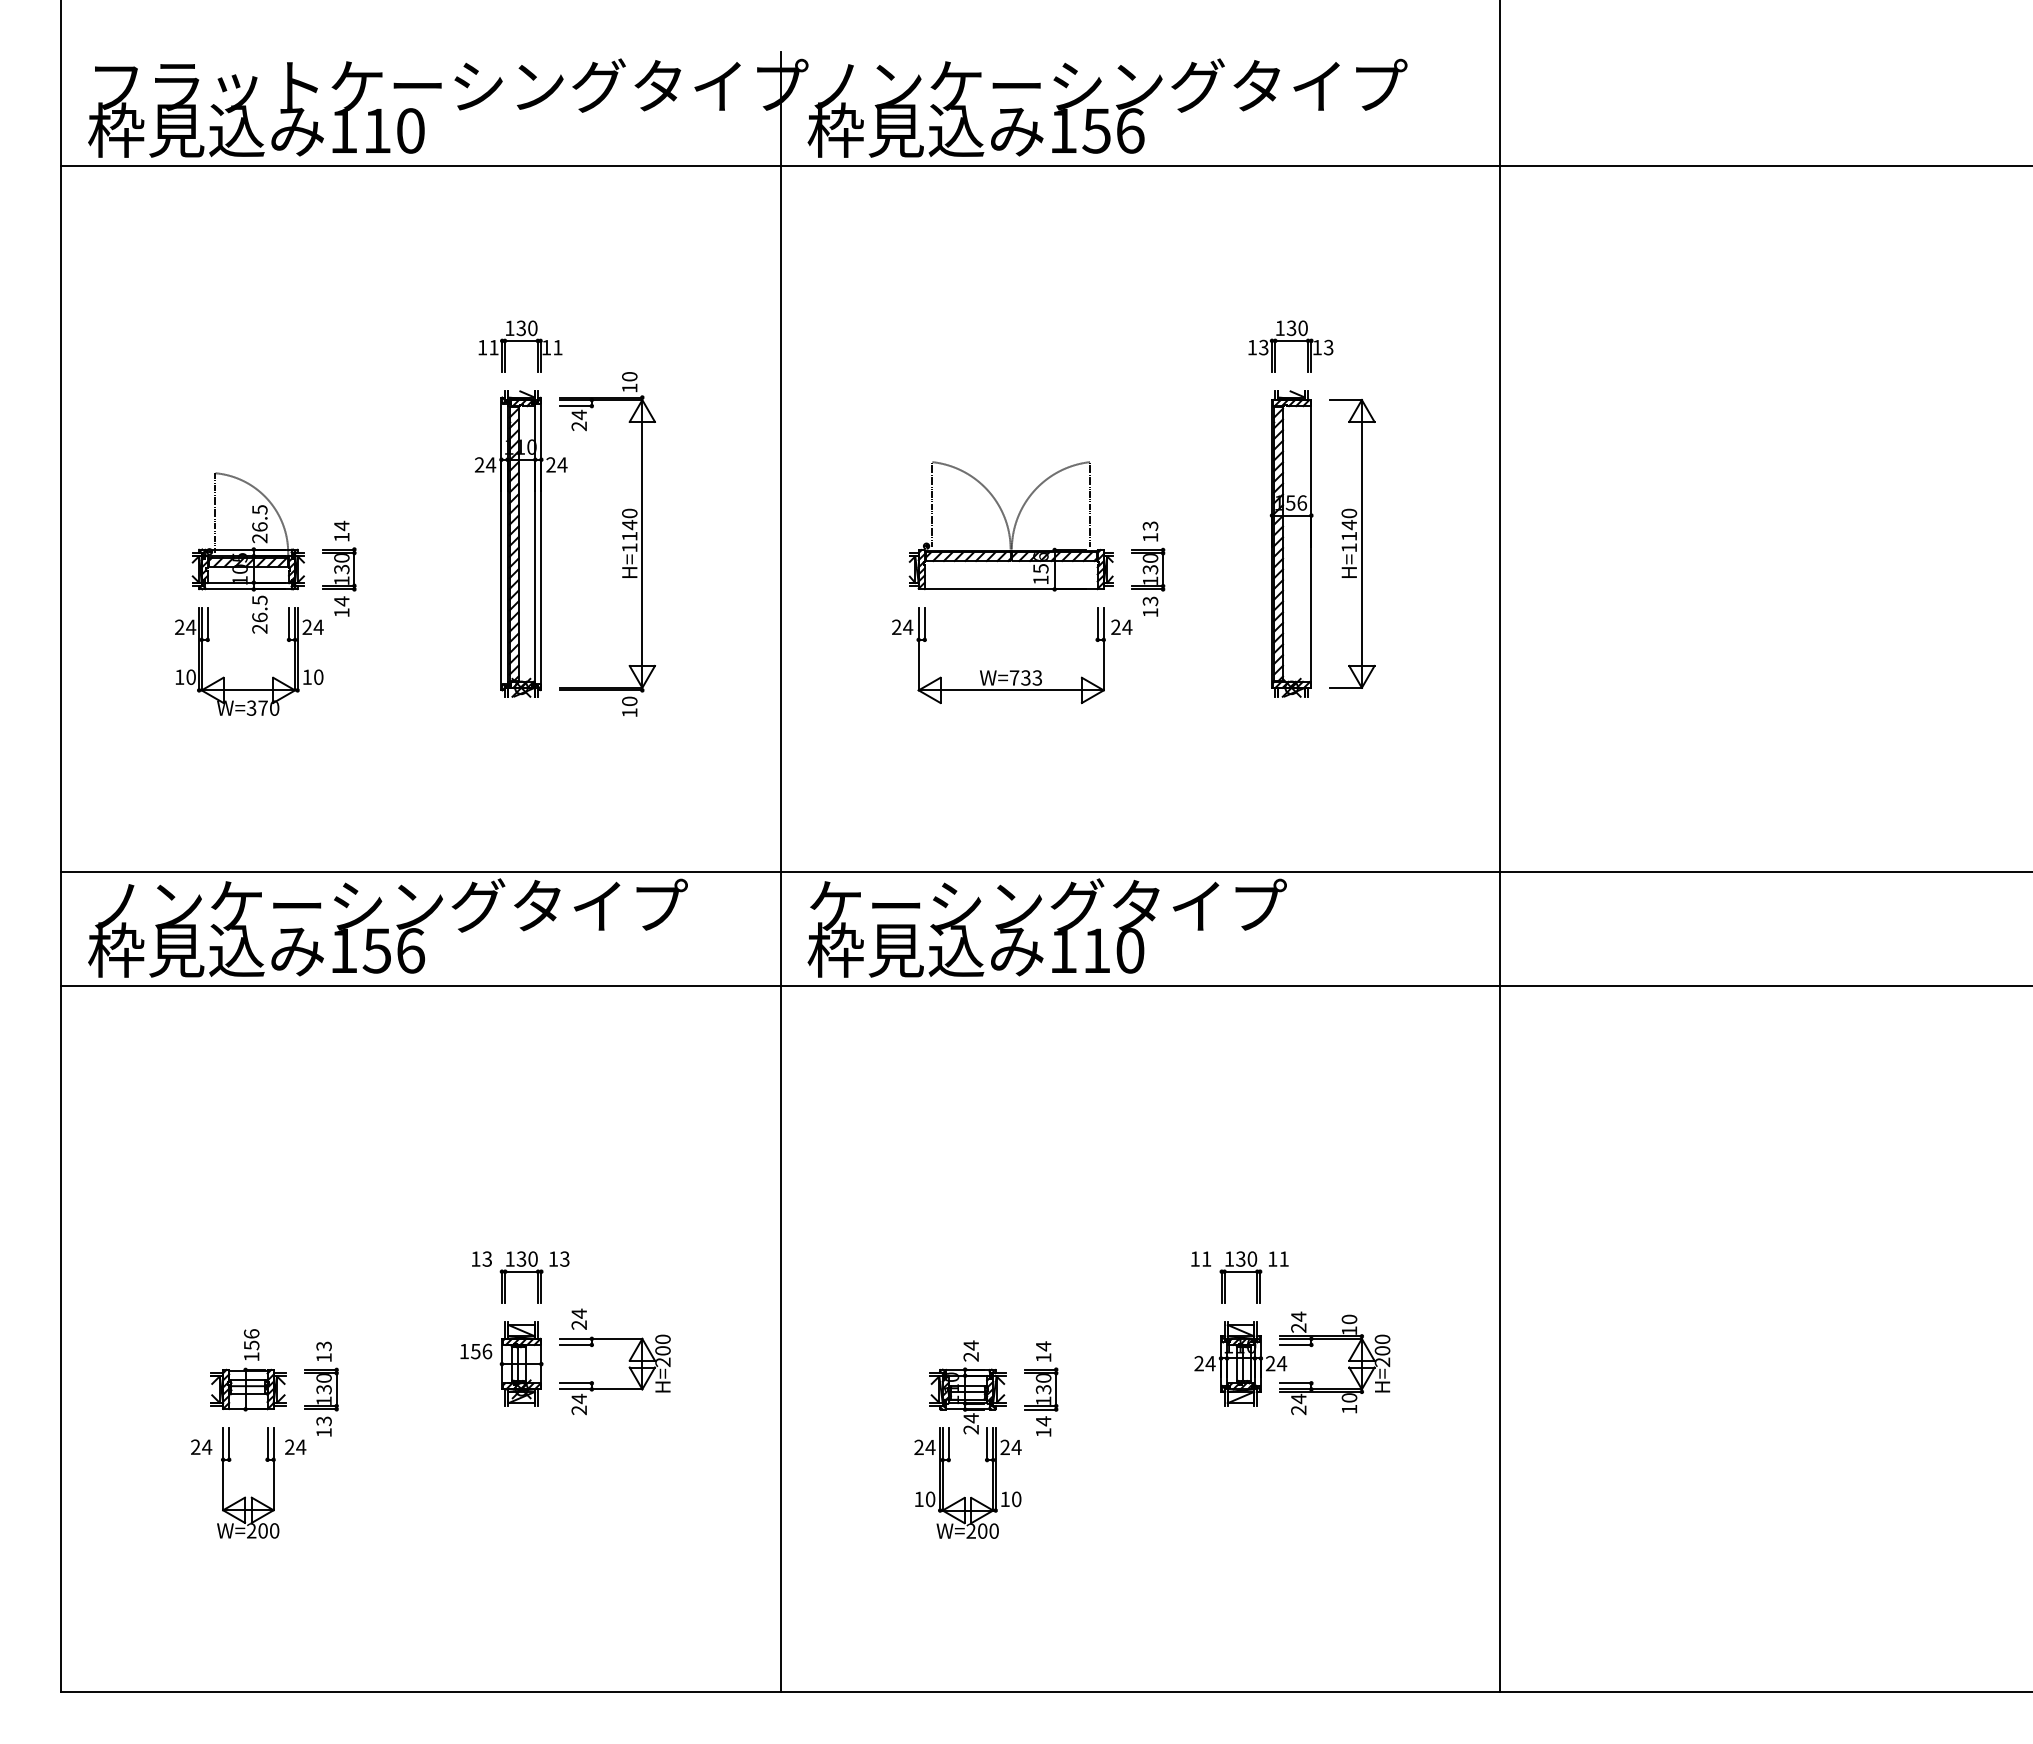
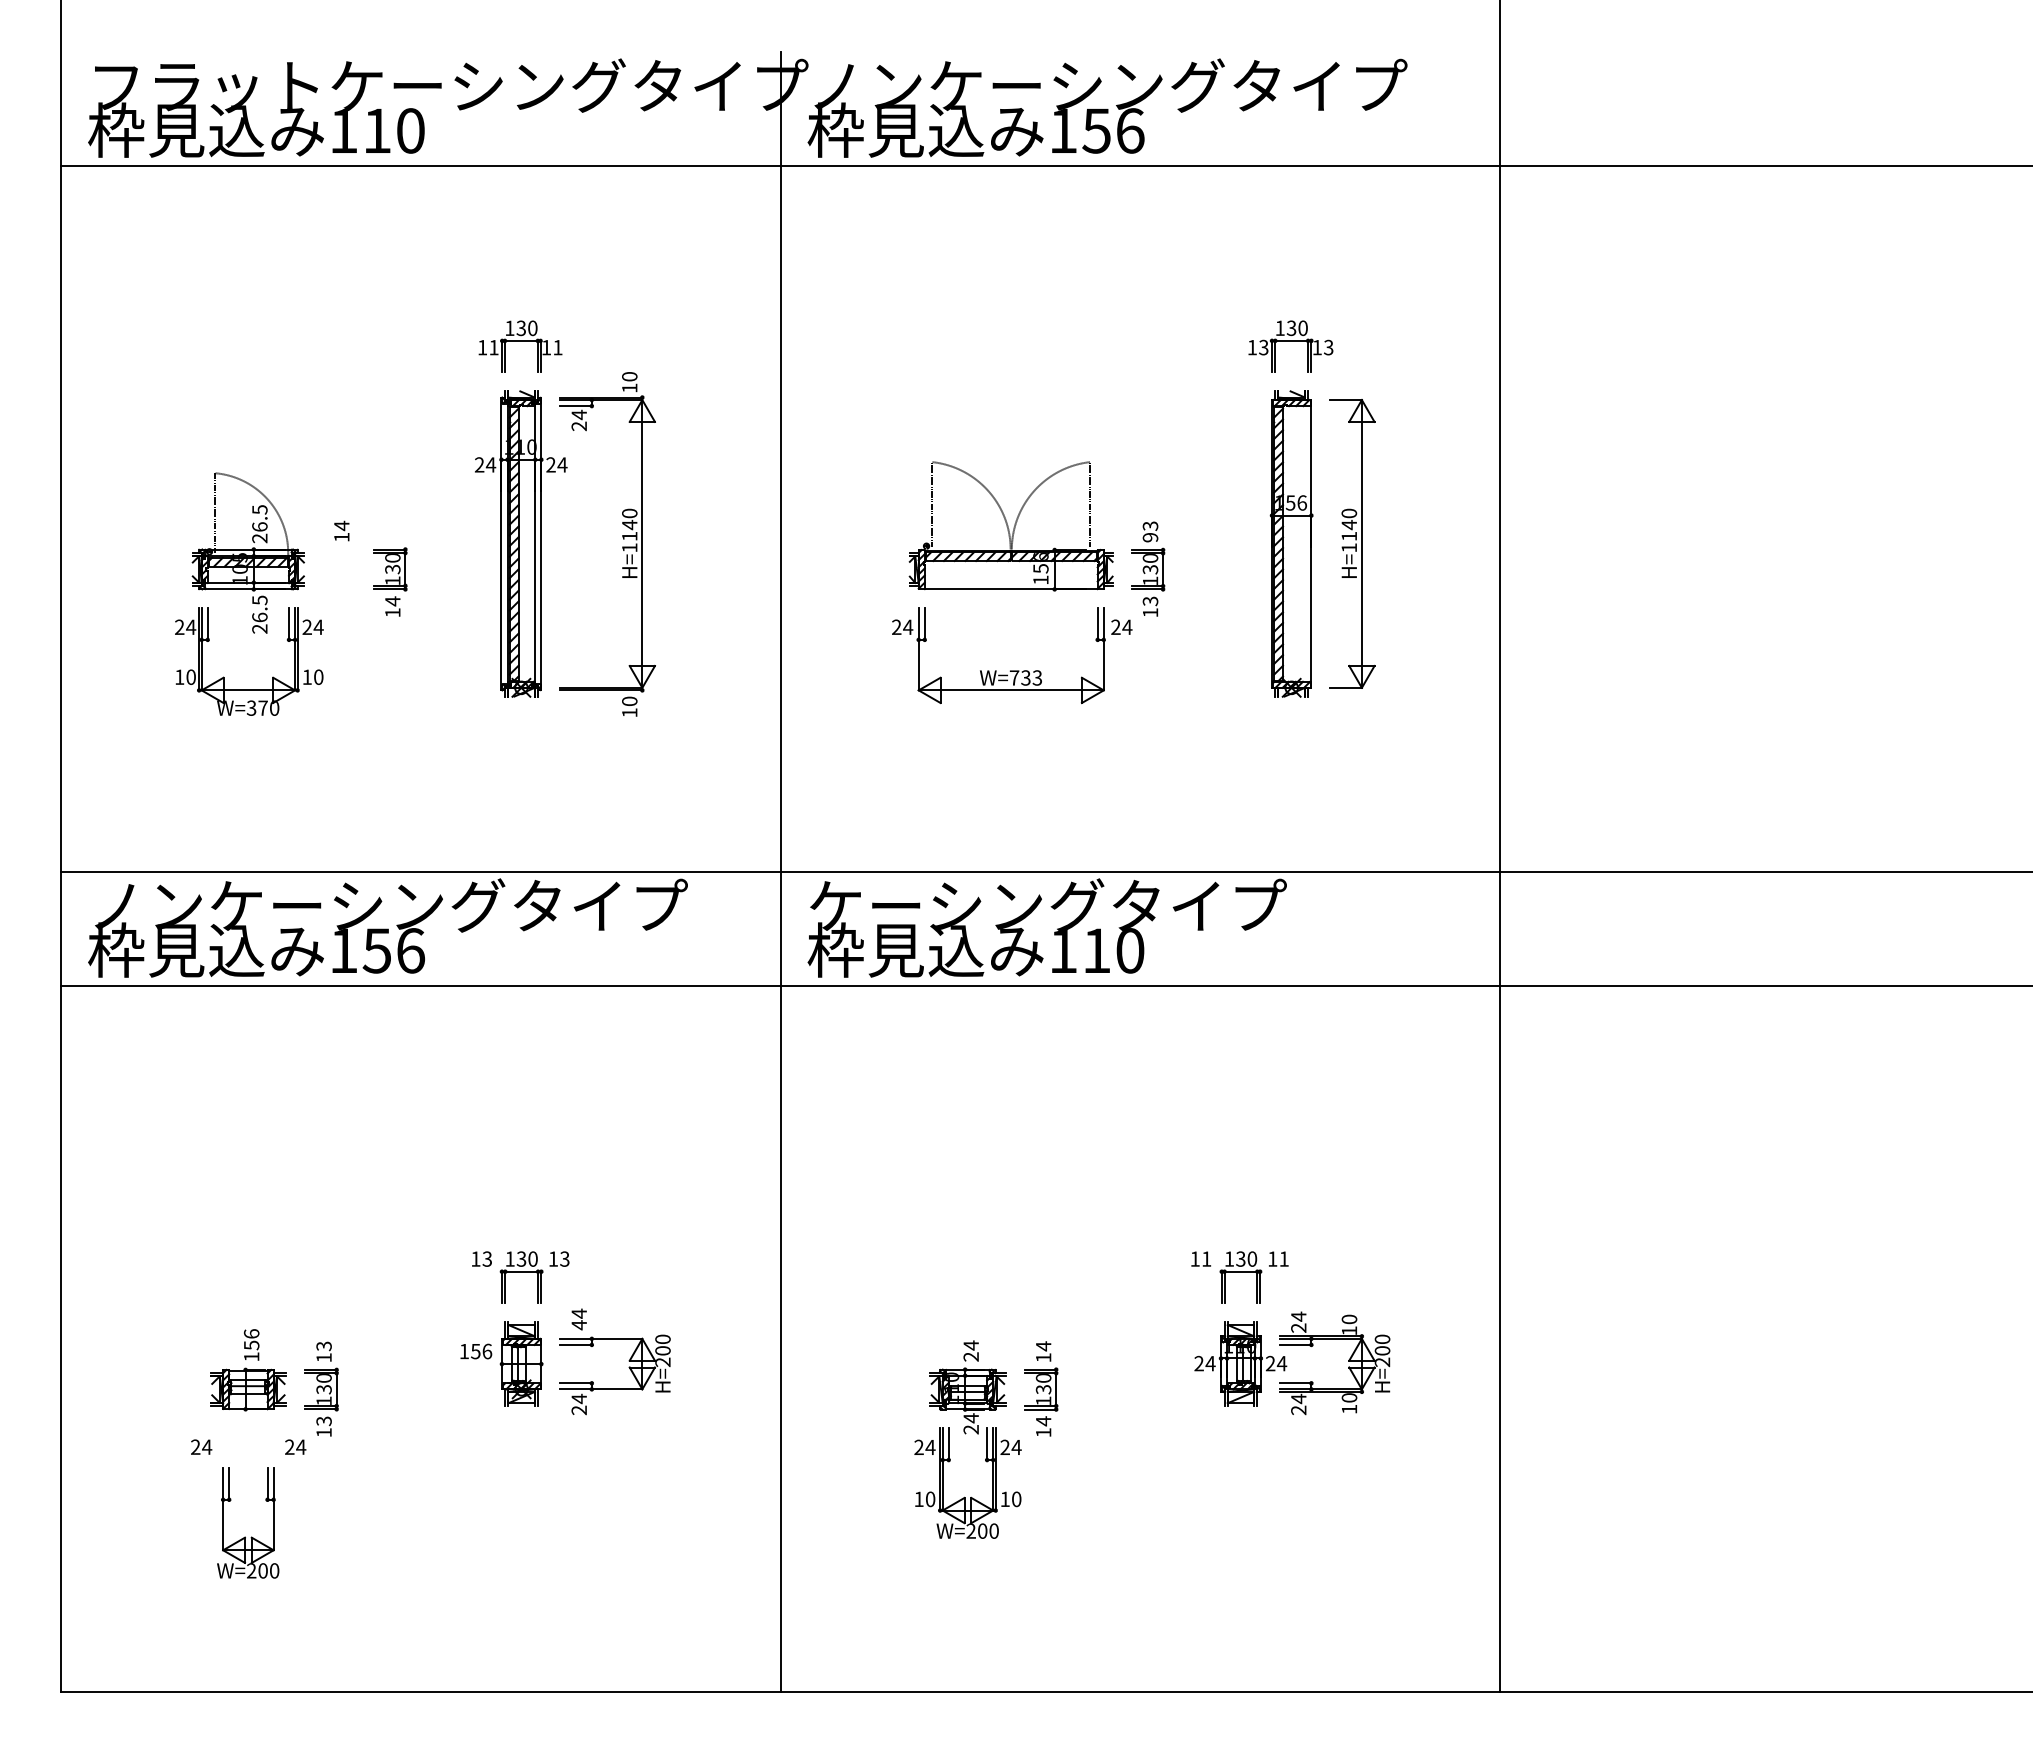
text at (1150, 537): 13 -> 93
part at (339, 581) position: (339, 581) -> (390, 581)
text at (578, 1325): 24 -> 44
part at (245, 1496) position: (245, 1496) -> (245, 1536)
